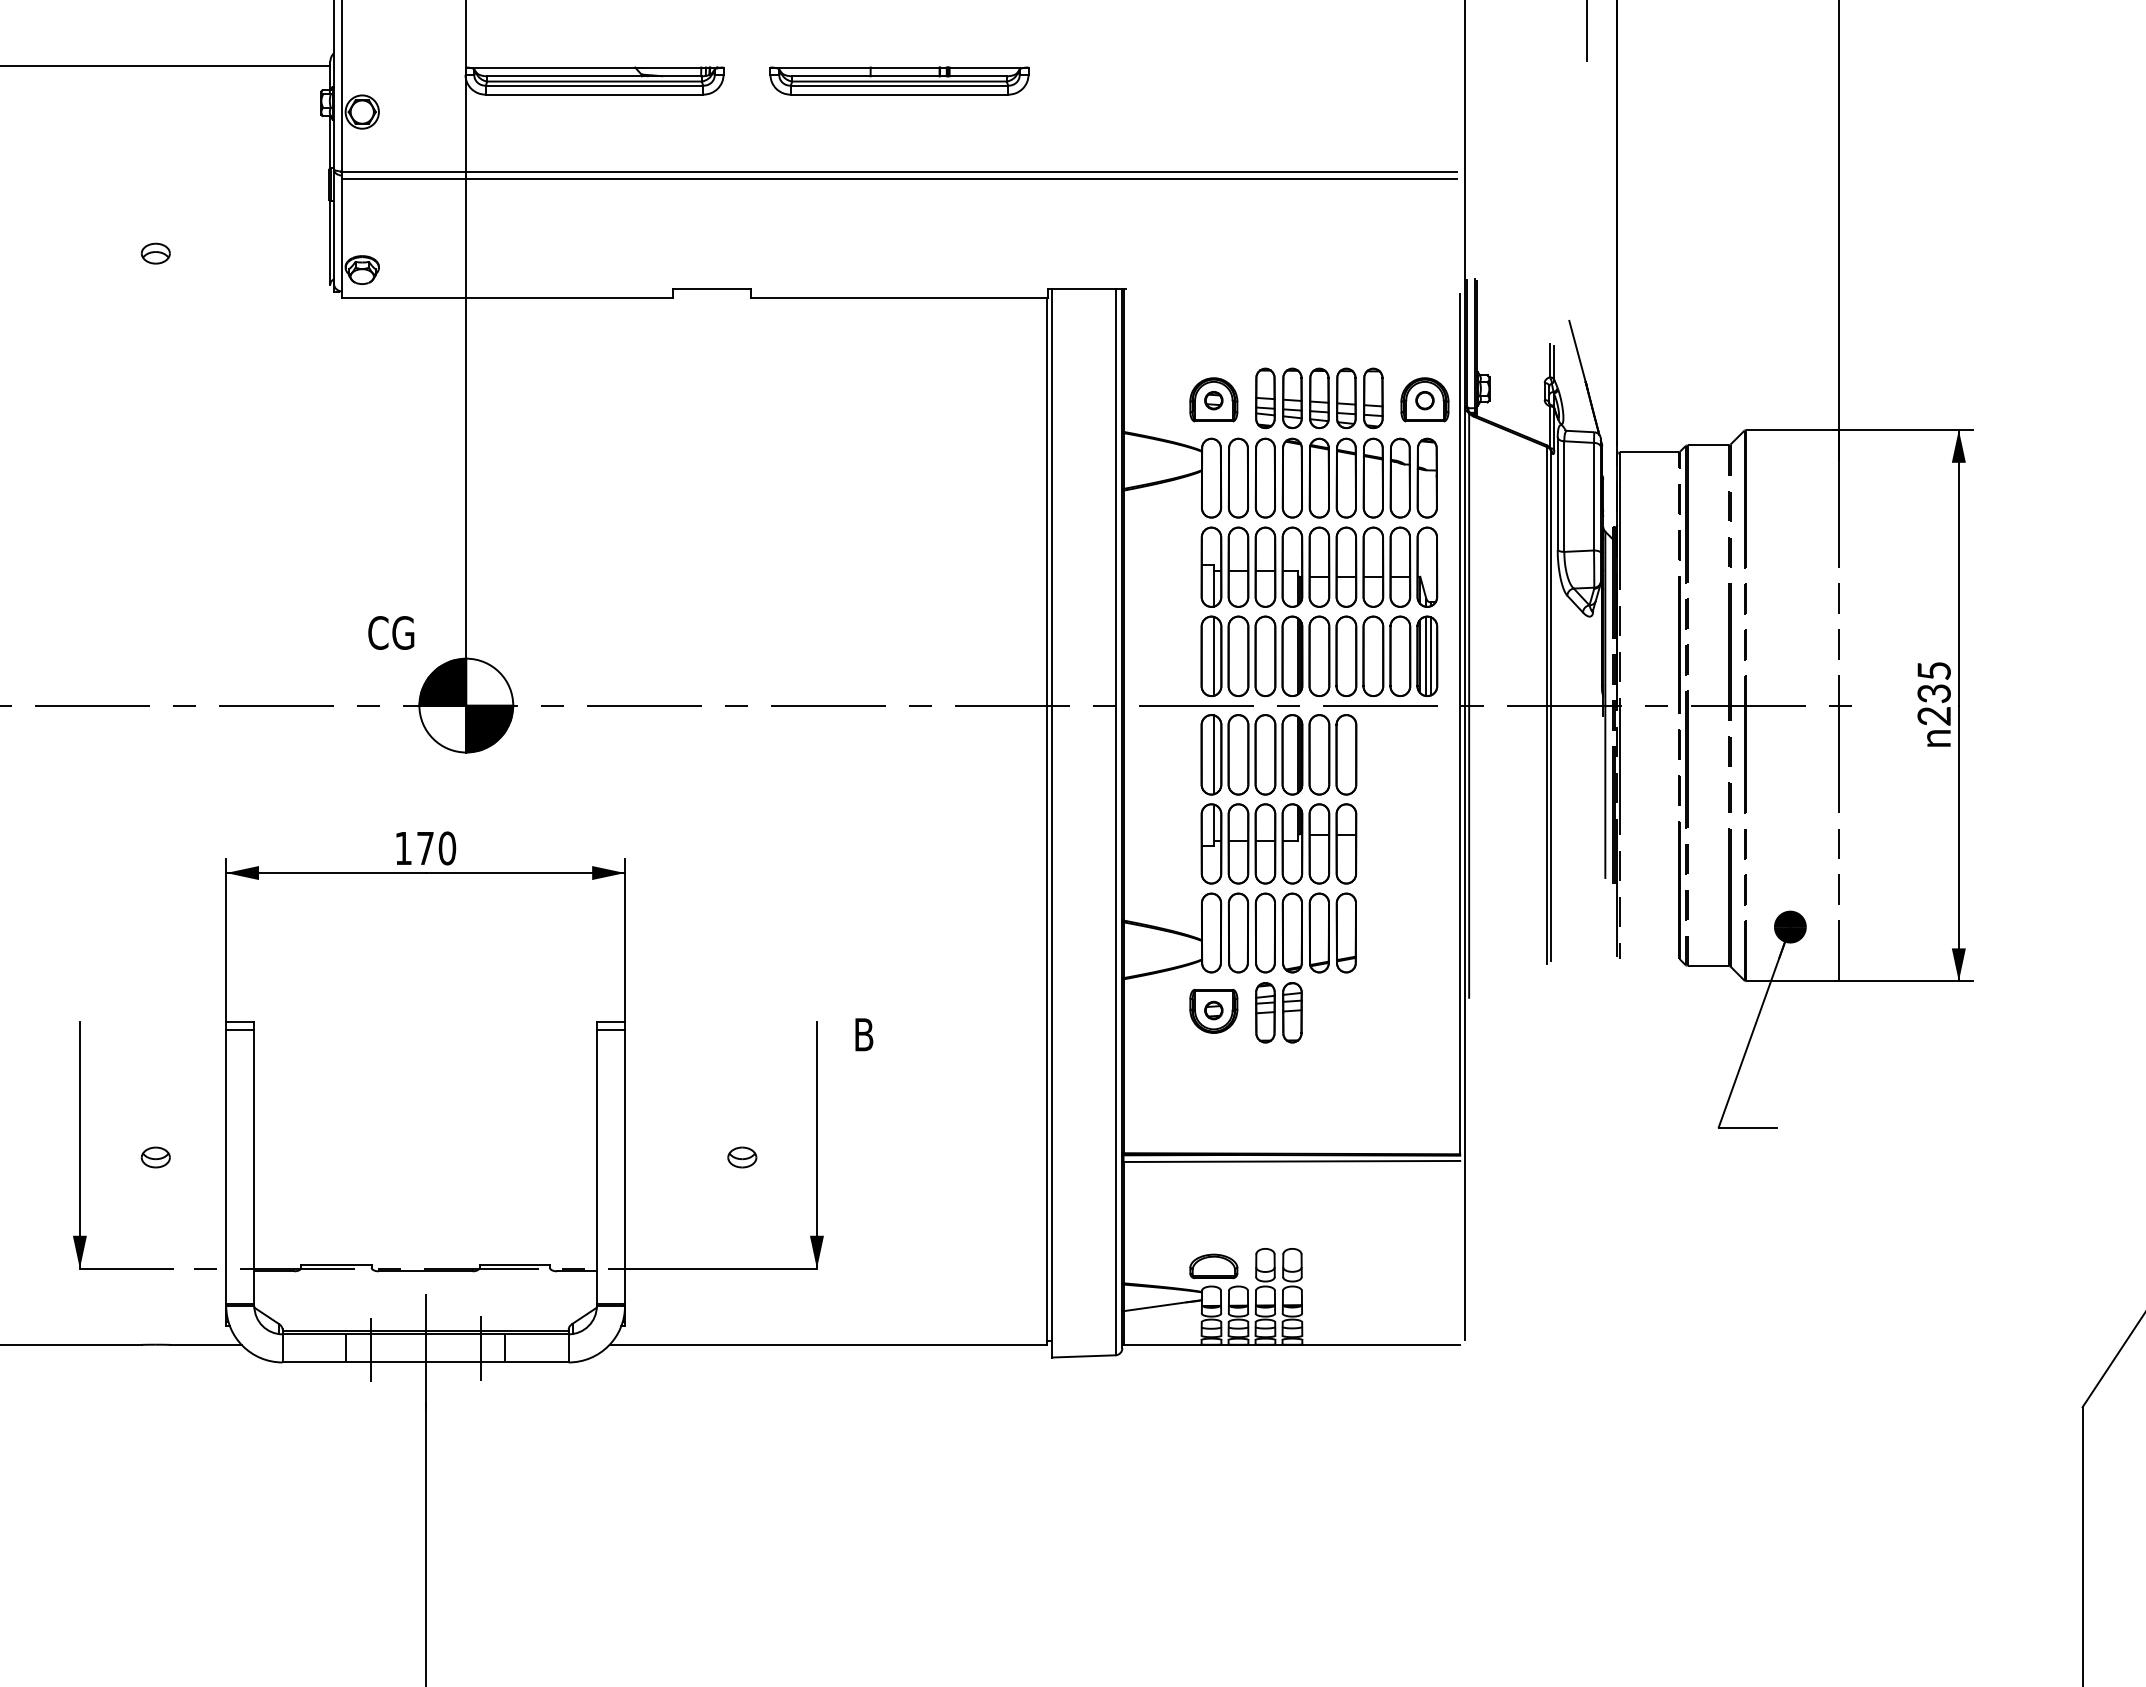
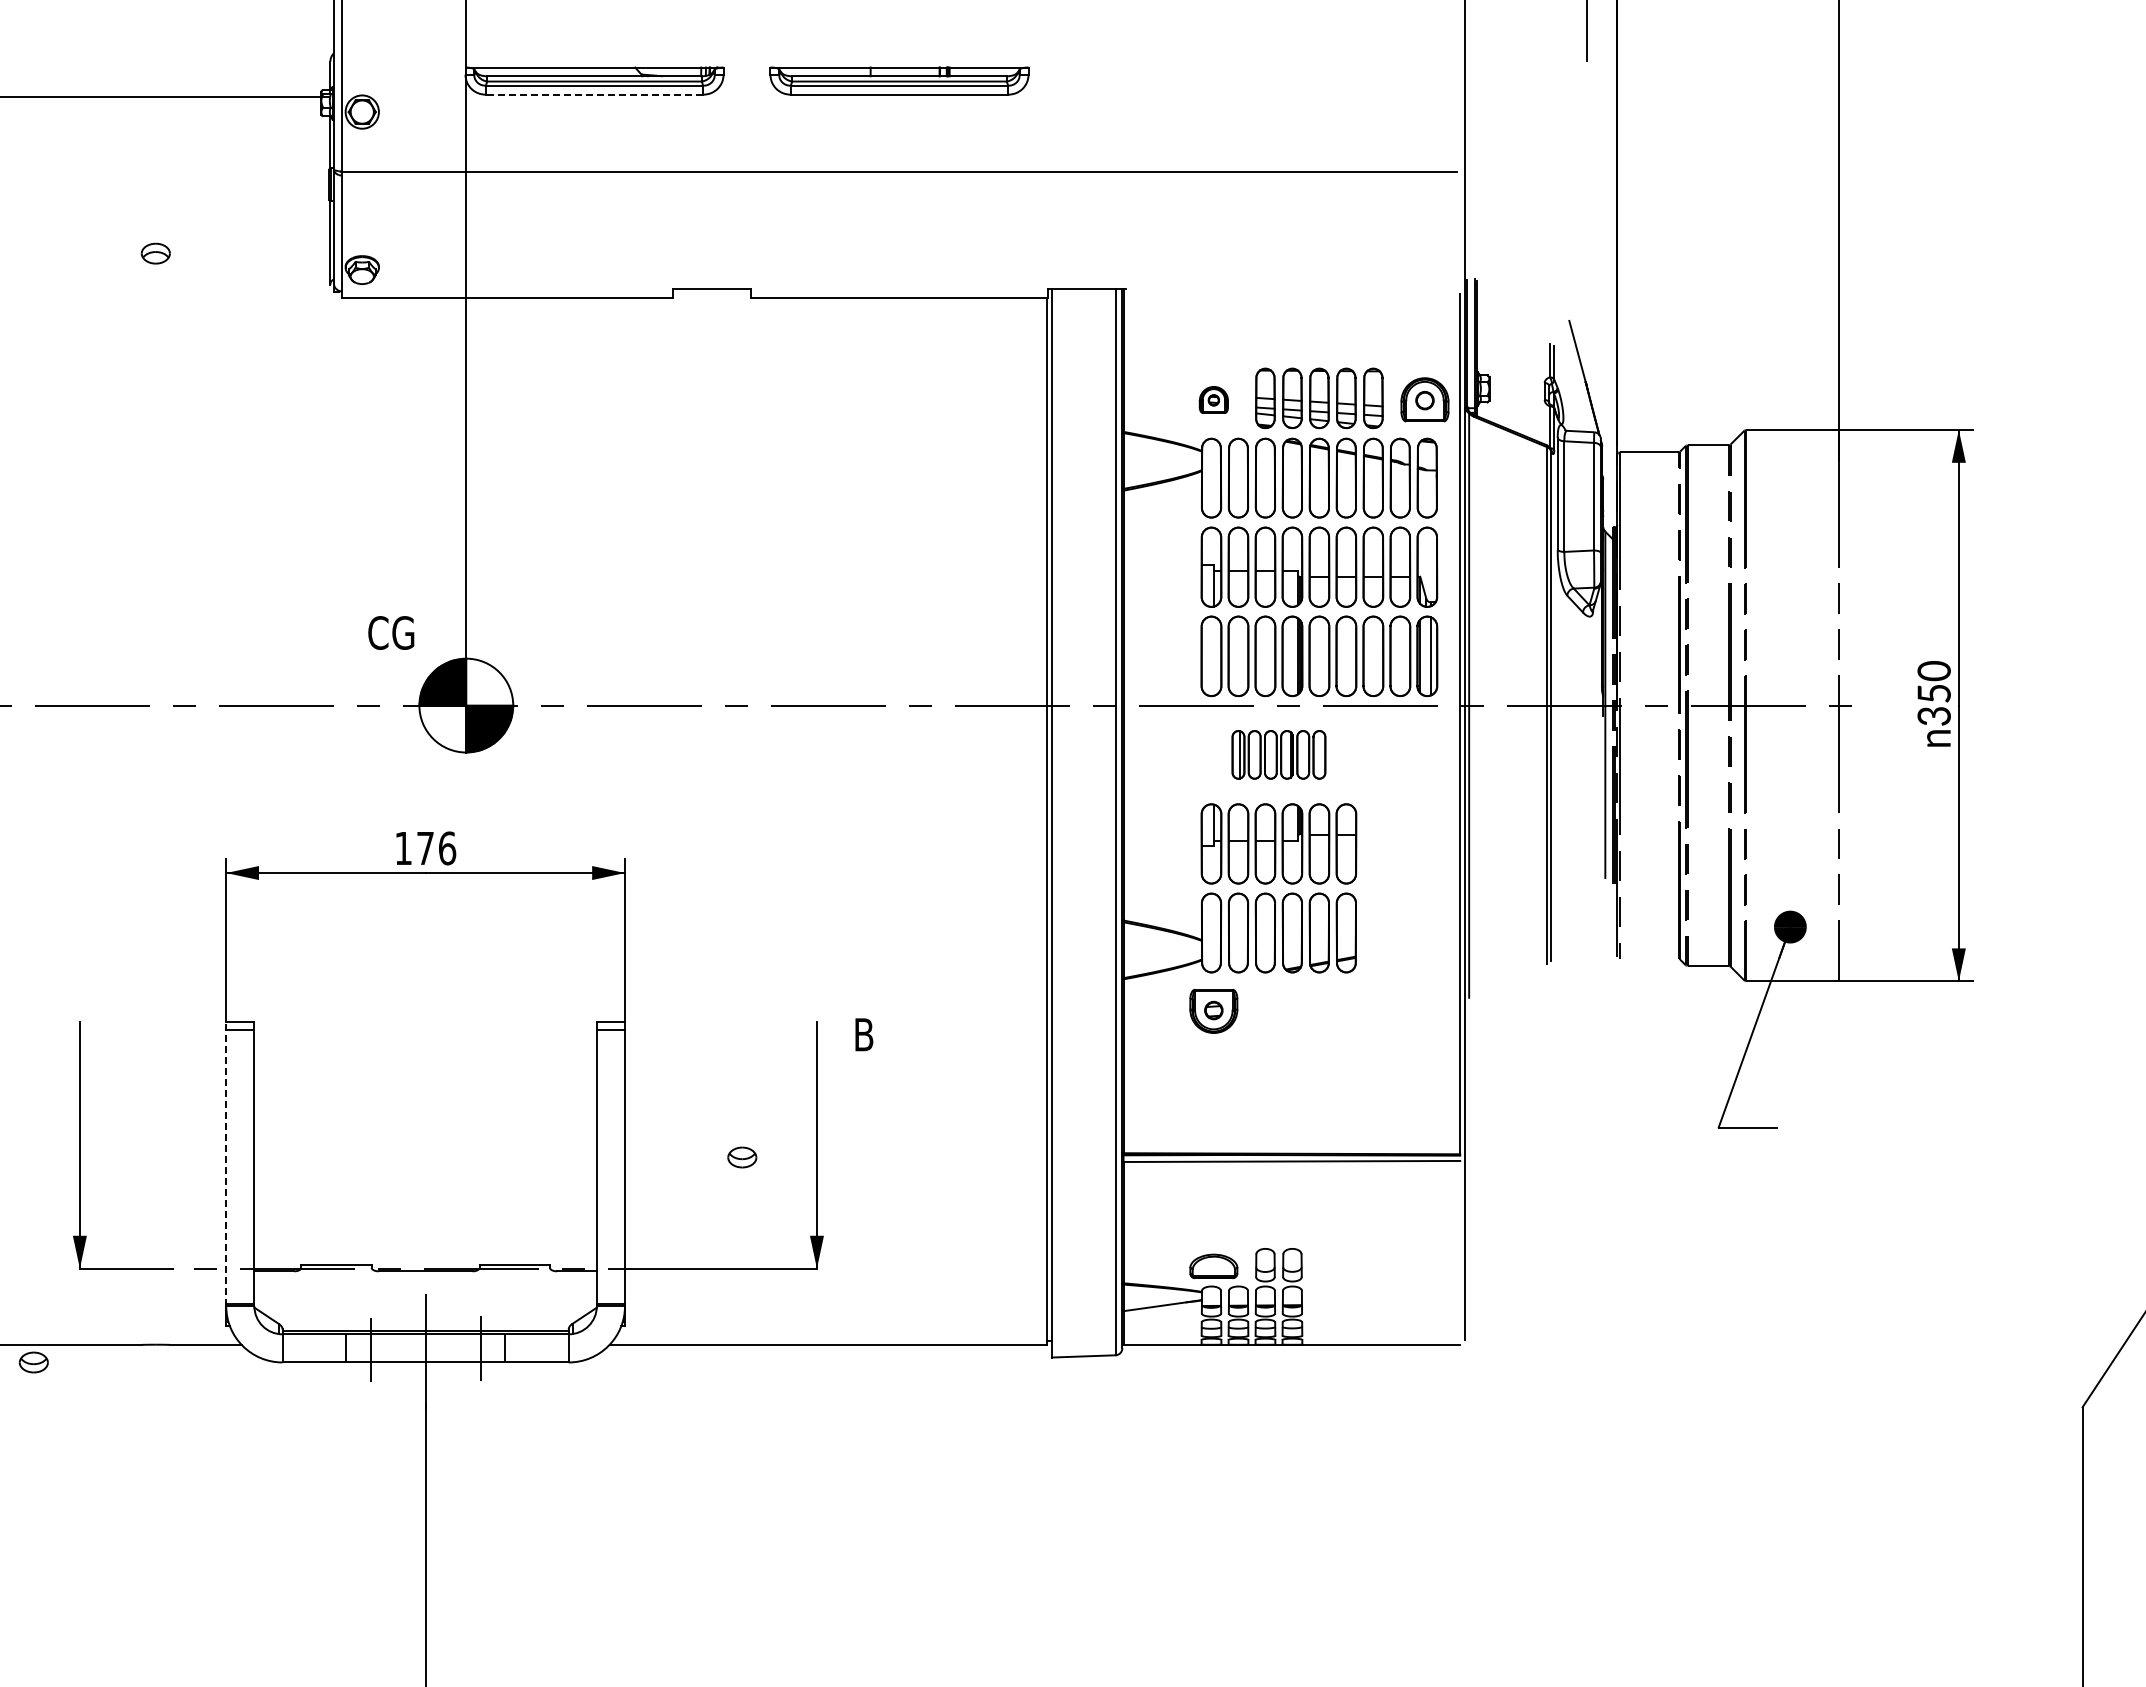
line at (166, 66) position: (166, 66) -> (166, 97)
line at (594, 94): solid -> dashed
line at (899, 179): present -> none
part at (1213, 399) size: 50x46 px -> 31x28 px
line at (1213, 655): present -> none
line at (1426, 656): present -> none
text at (1933, 693): 235 -> 350
part at (1278, 754) size: 158x82 px -> 96x50 px
text at (447, 848): 170 -> 176
part at (1278, 1012): present -> none
part at (155, 1157) position: (155, 1157) -> (33, 1362)
line at (226, 1164): solid -> dashed
